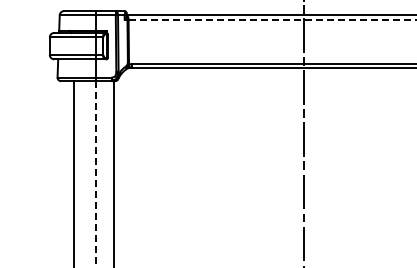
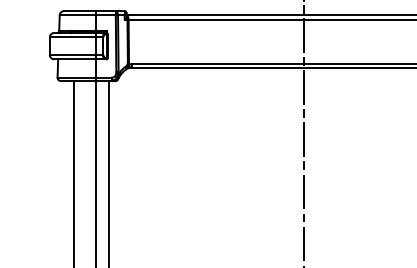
line at (273, 19): dashed -> solid
line at (113, 172) position: (113, 172) -> (108, 172)
line at (95, 174): dashed -> solid
